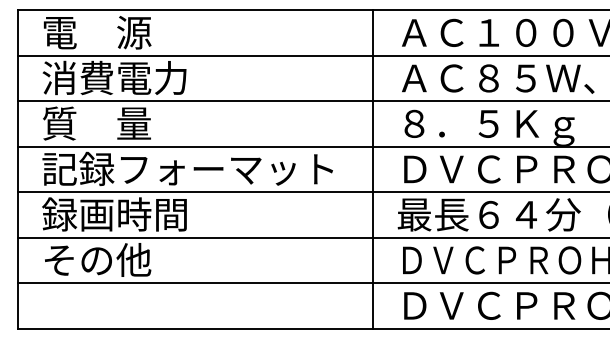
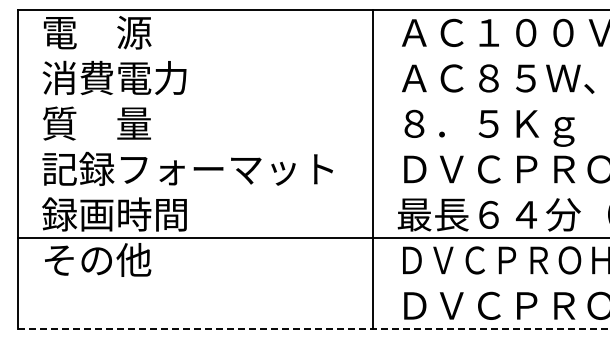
line at (312, 55): present -> none
line at (312, 101): present -> none
line at (312, 146): present -> none
line at (312, 192): present -> none
line at (312, 283): present -> none
line at (314, 328): solid -> dashed
